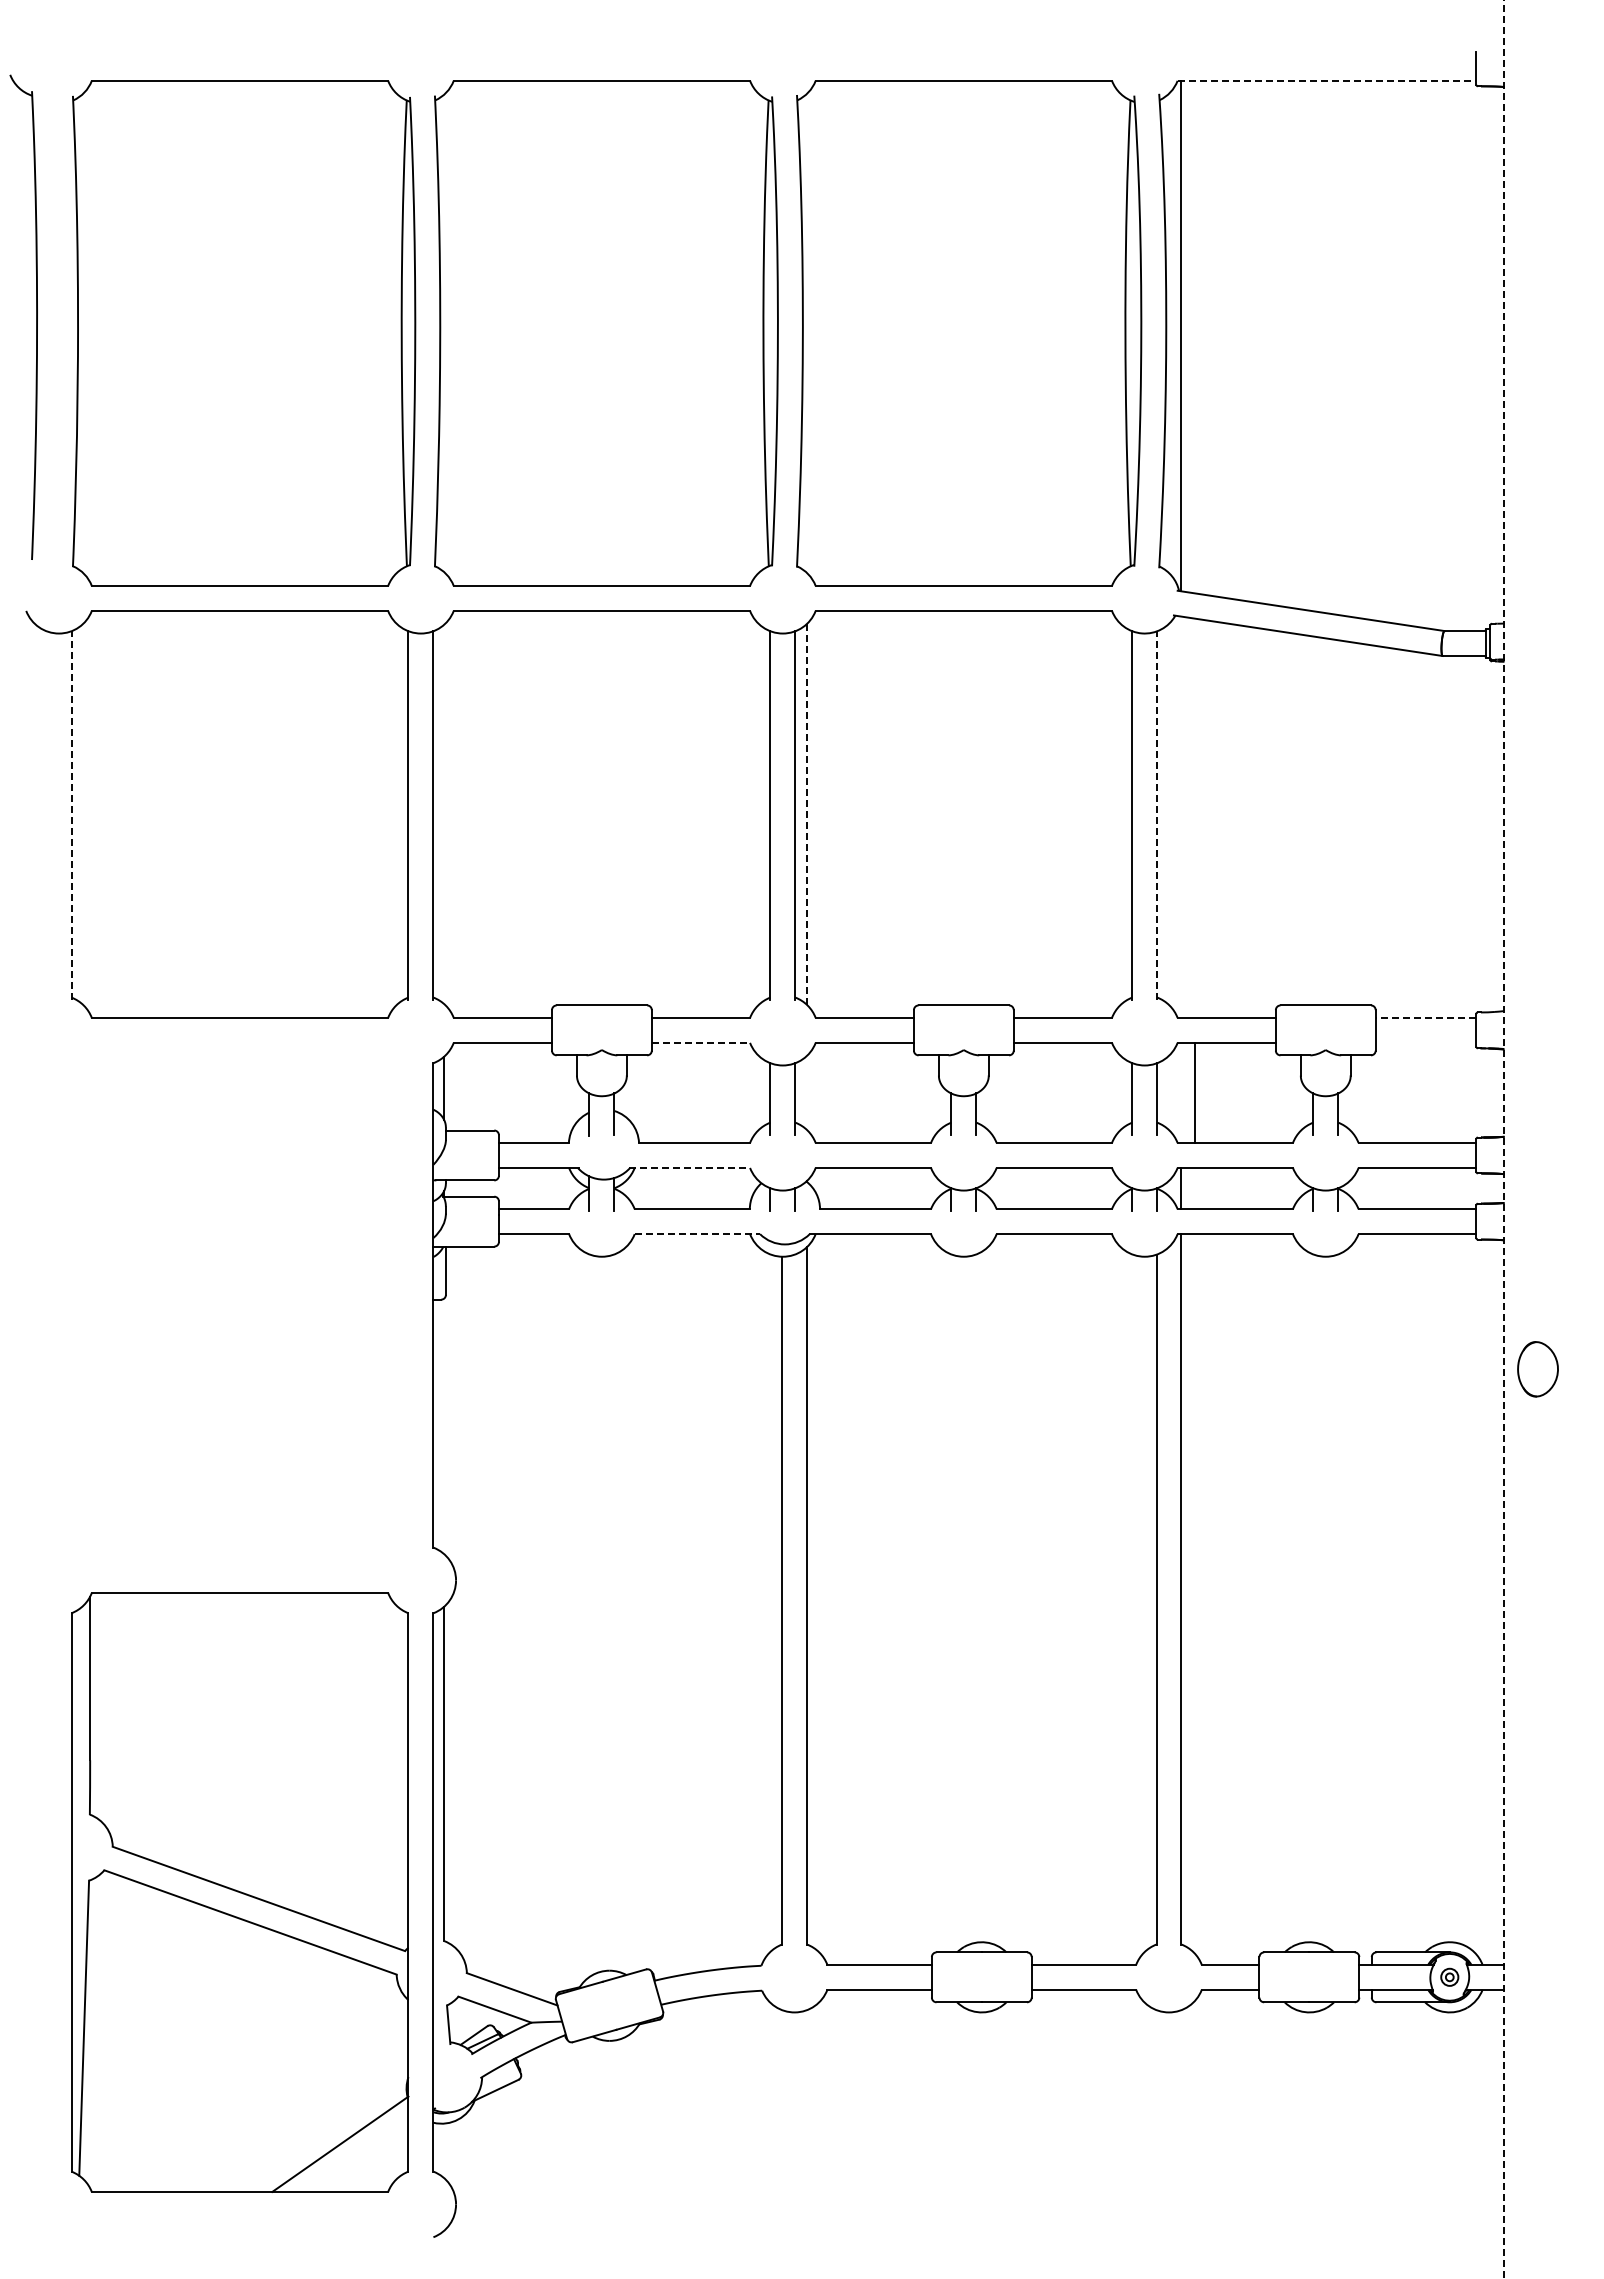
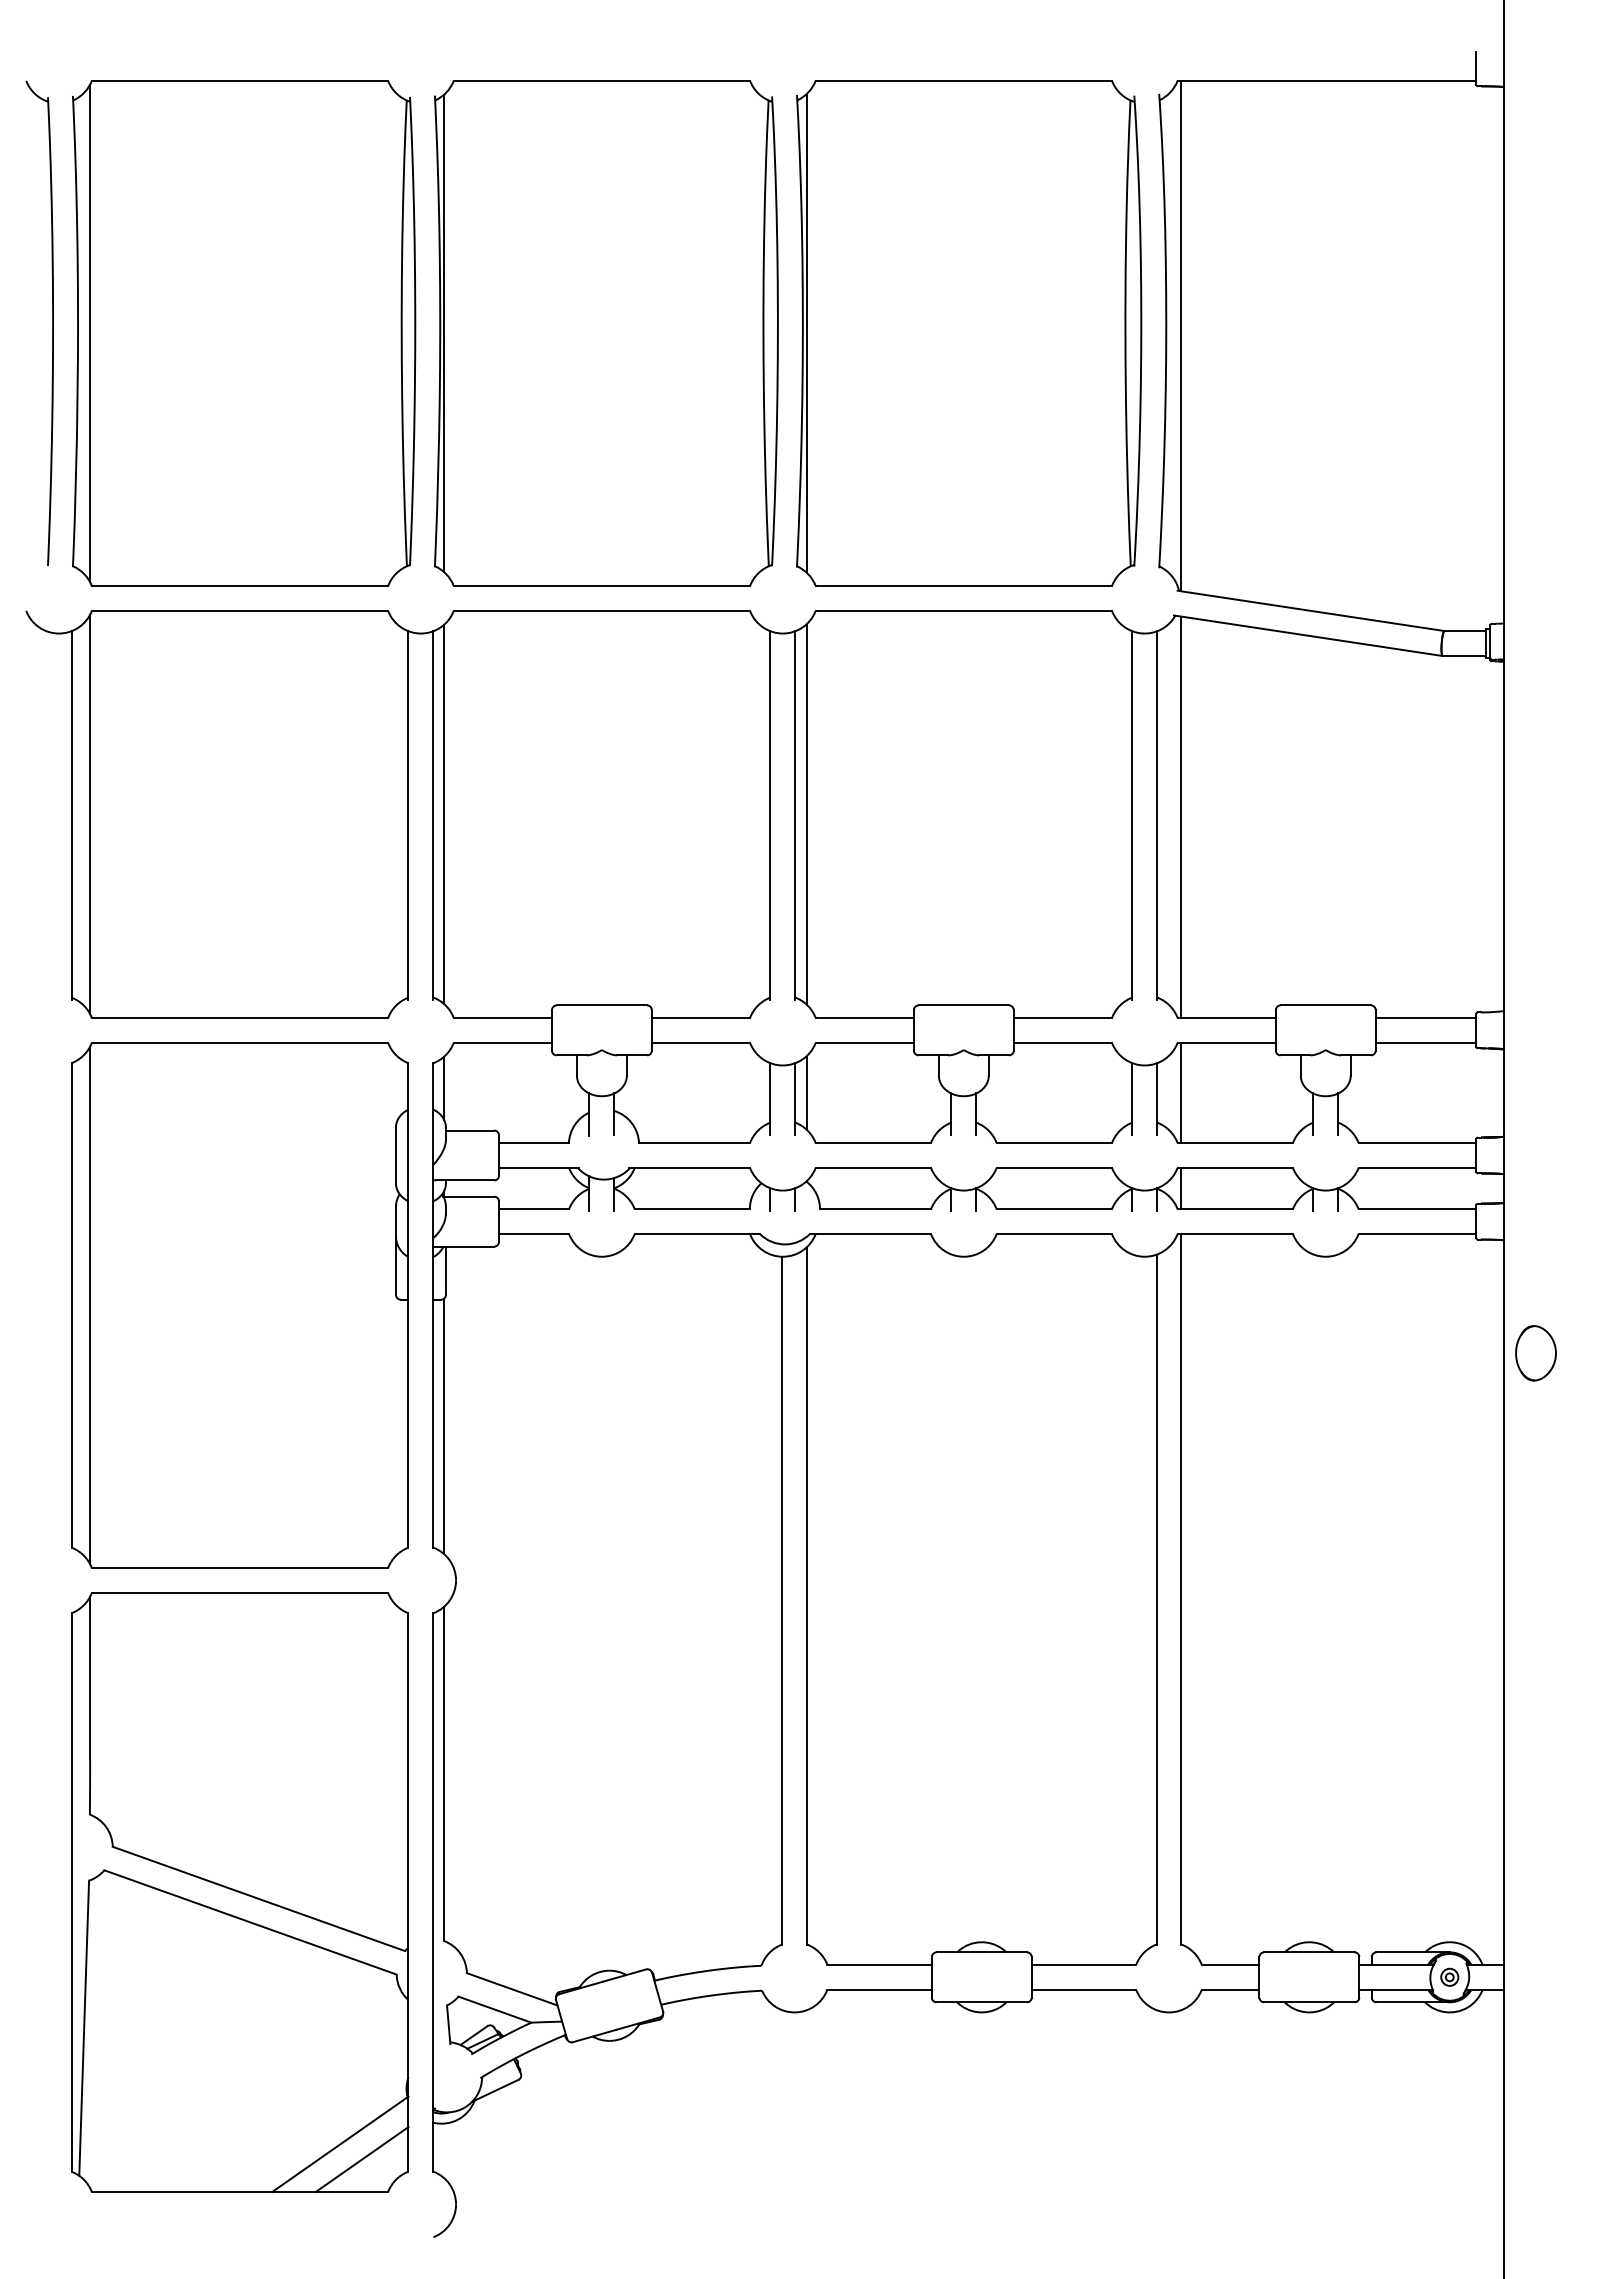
line at (1327, 80): dashed -> solid
part at (36, 316) position: (36, 316) -> (52, 322)
line at (90, 333): none -> present
line at (444, 333): none -> present
line at (807, 333): none -> present
line at (71, 814): dashed -> solid
line at (90, 814): none -> present
line at (444, 814): none -> present
line at (807, 814): dashed -> solid
line at (1157, 814): dashed -> solid
line at (1181, 816): none -> present
line at (1425, 1017): dashed -> solid
line at (701, 1042): dashed -> solid
line at (1425, 1042): none -> present
line at (807, 1092): none -> present
line at (1195, 1092) position: (1195, 1092) -> (1181, 1092)
line at (1504, 1140): dashed -> solid
line at (690, 1167): dashed -> solid
line at (697, 1234): dashed -> solid
part at (239, 1305): none -> present
part at (1537, 1369) position: (1537, 1369) -> (1535, 1353)
line at (444, 1426): none -> present
line at (361, 2159): none -> present
